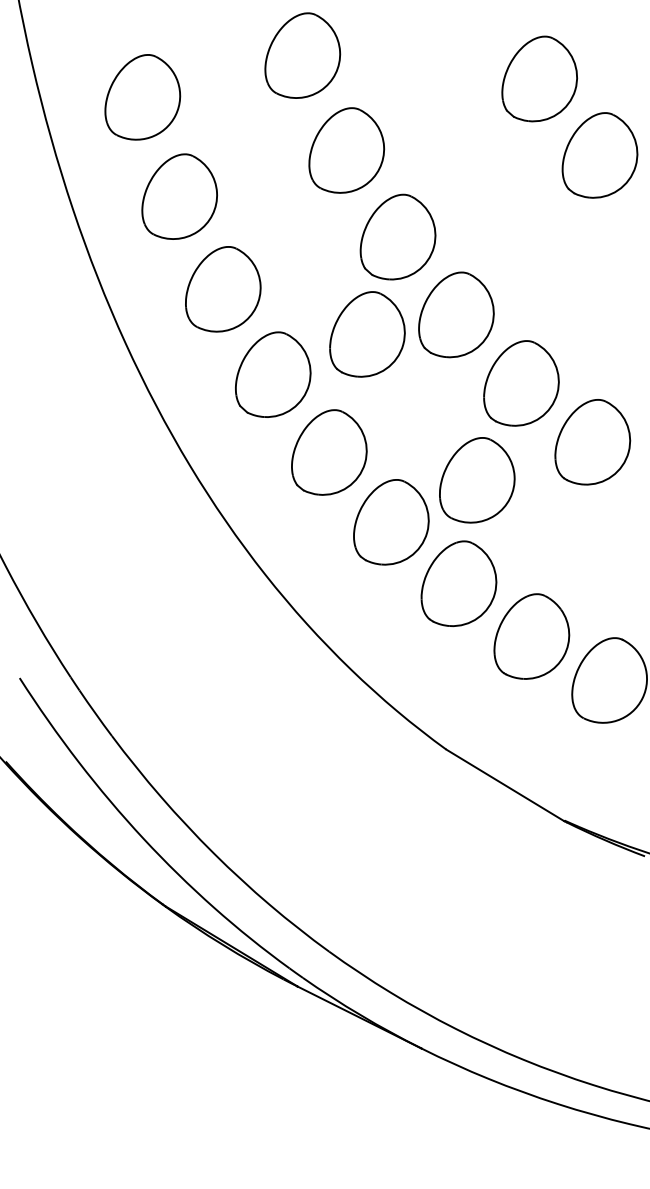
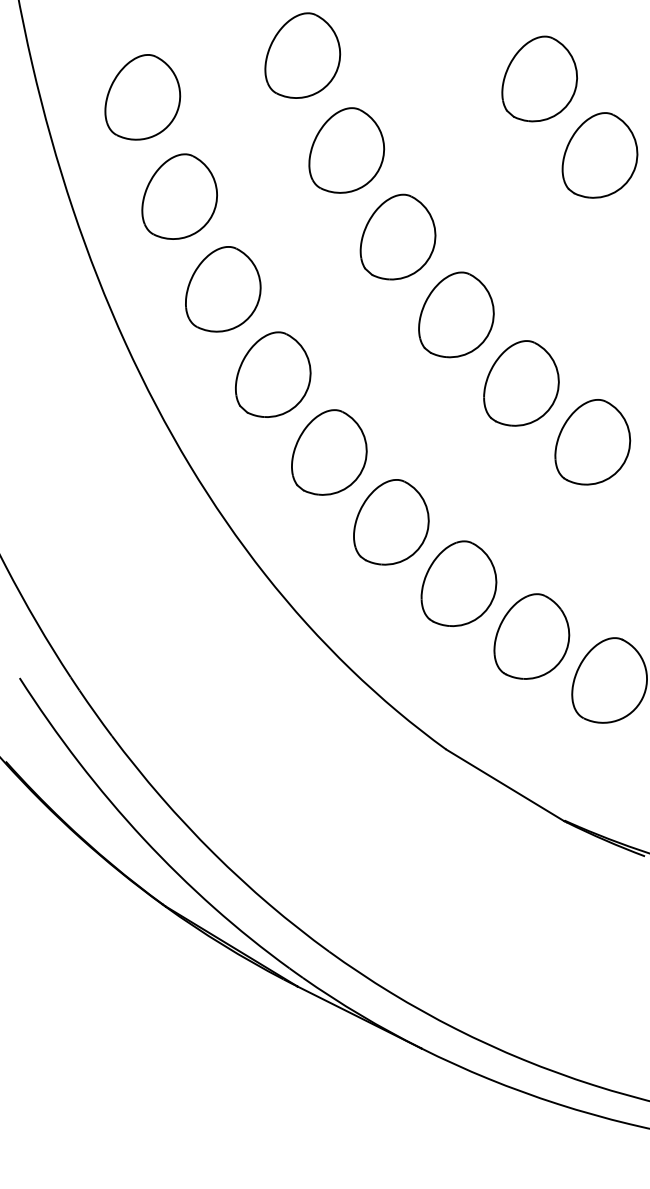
part at (367, 334): present -> none
part at (477, 480): present -> none
